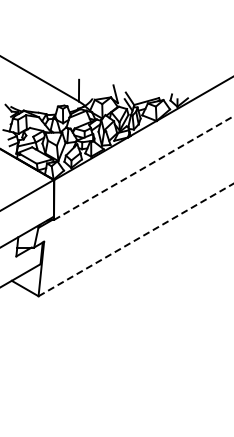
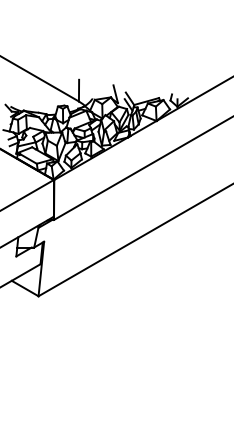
line at (144, 168): dashed -> solid
line at (136, 239): dashed -> solid
